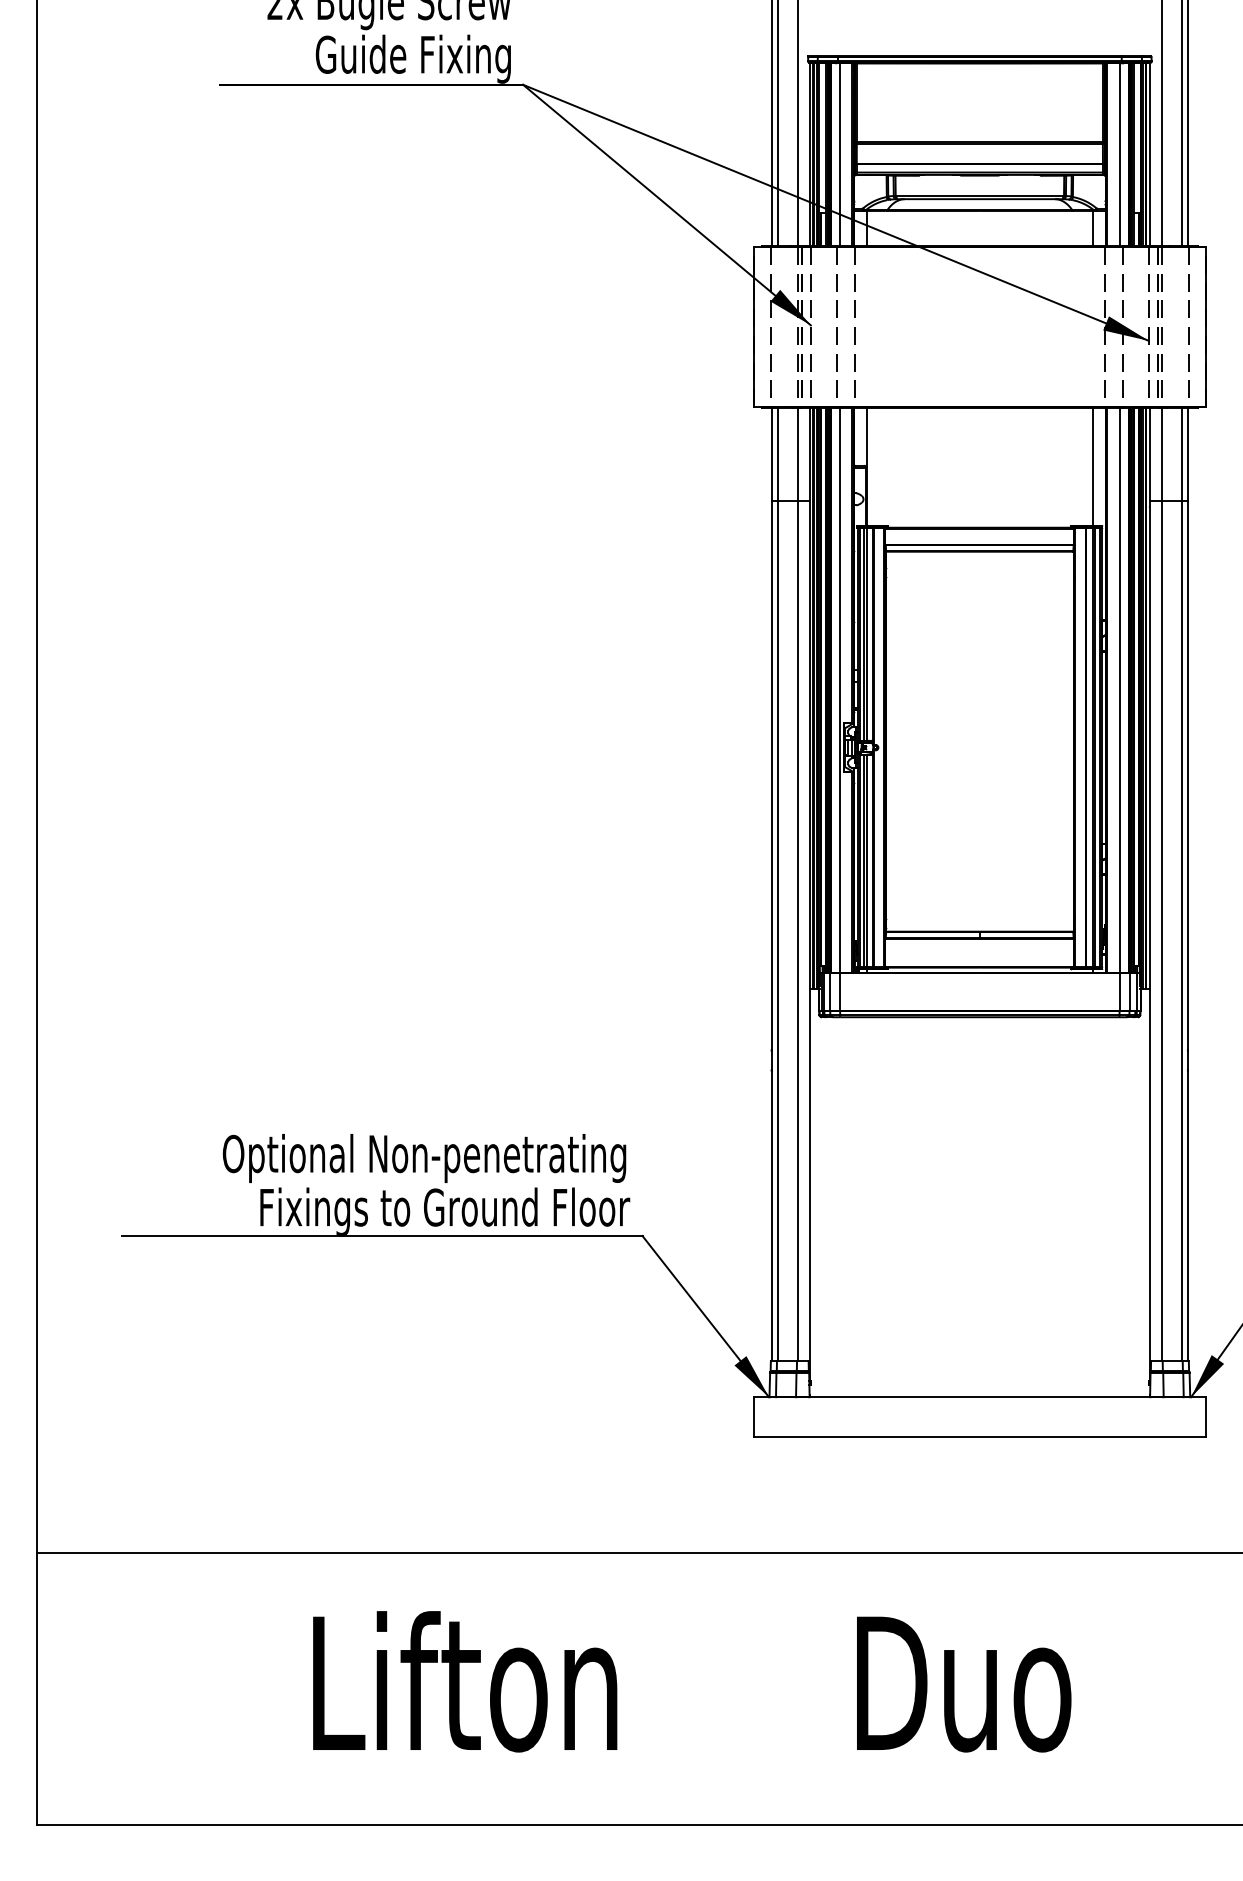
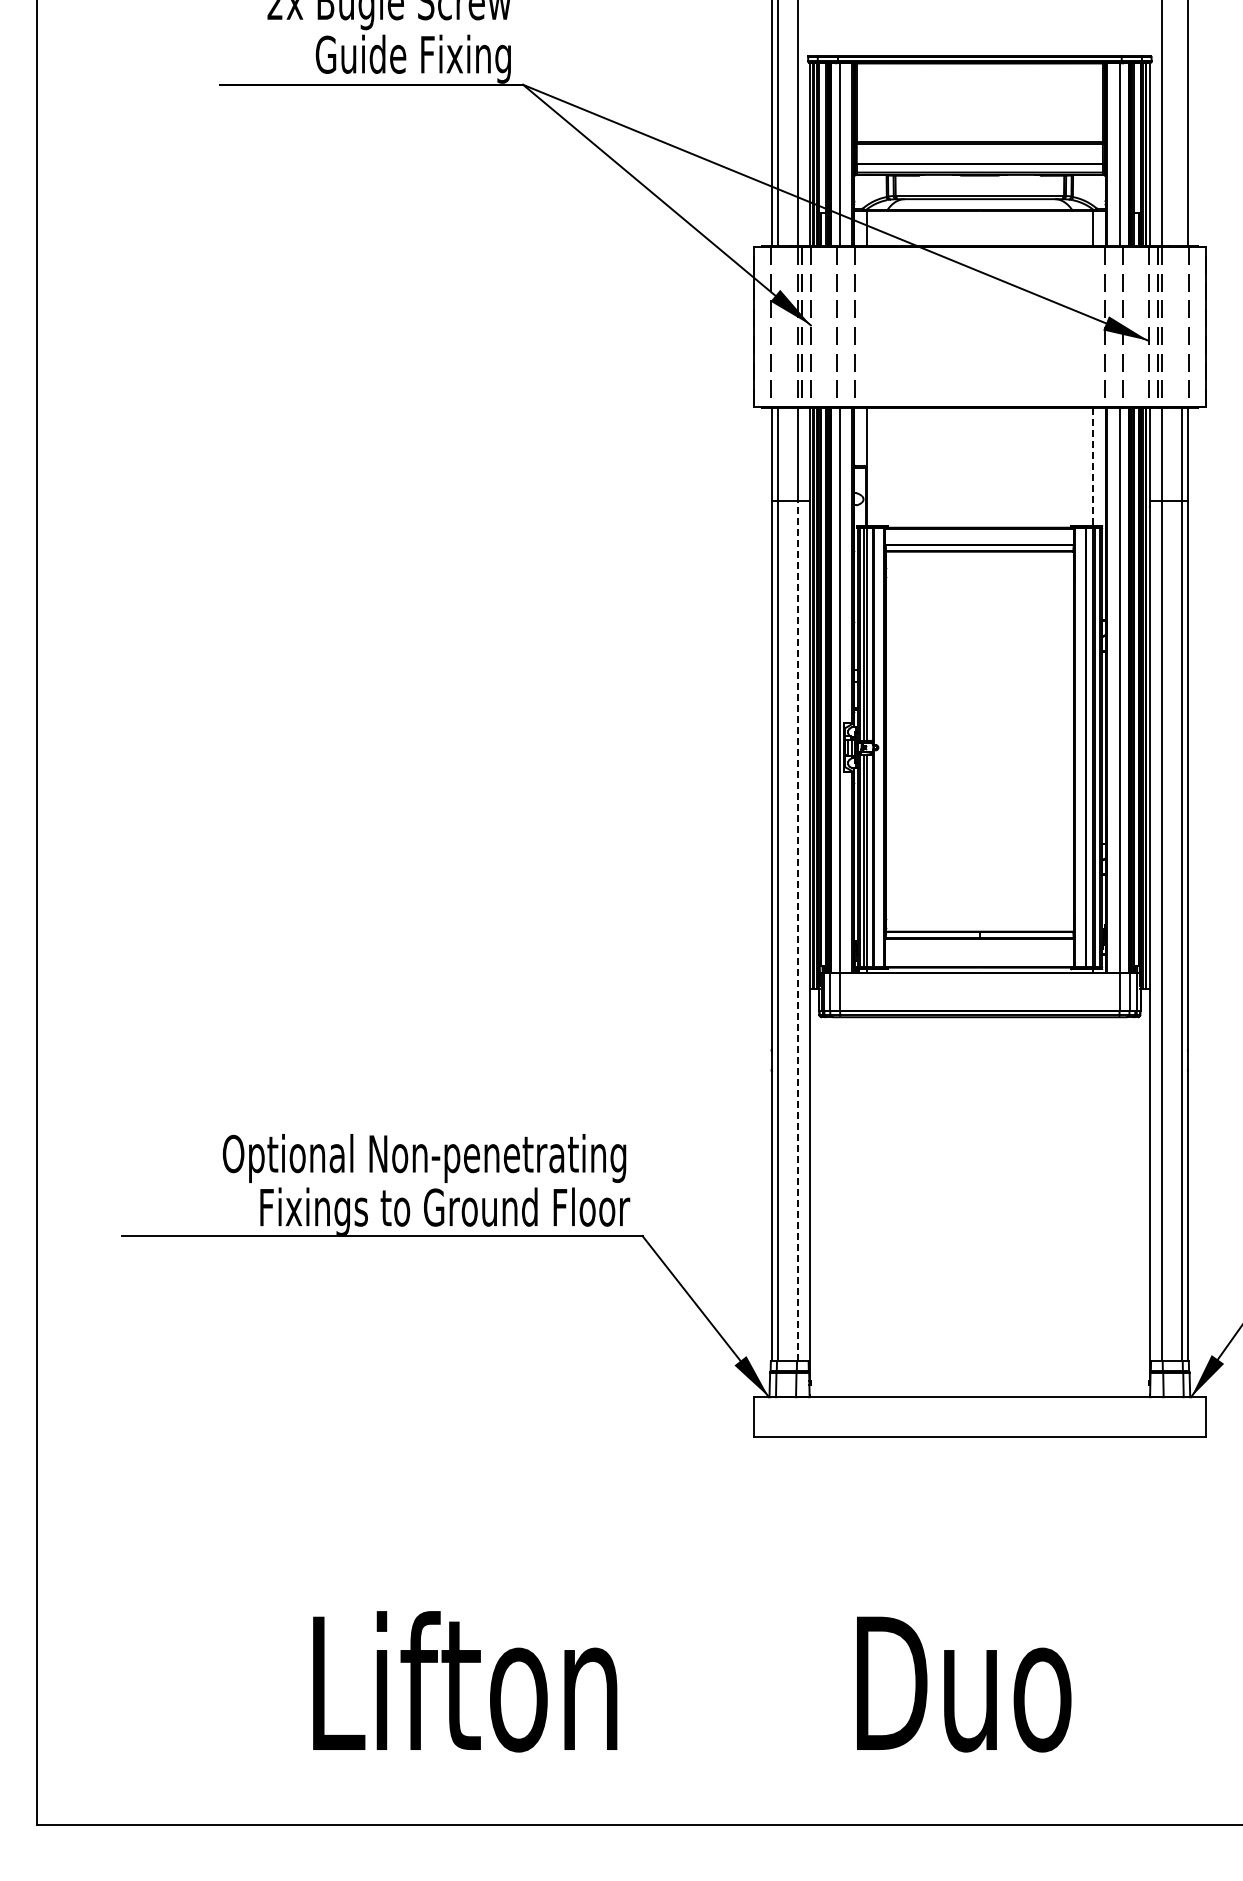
line at (1182, 124): present -> none
line at (1092, 467): solid -> dashed
line at (797, 930): solid -> dashed
line at (638, 1552): present -> none
